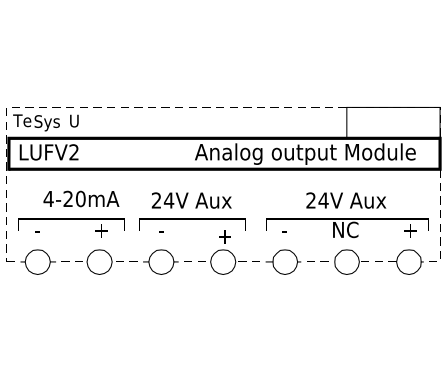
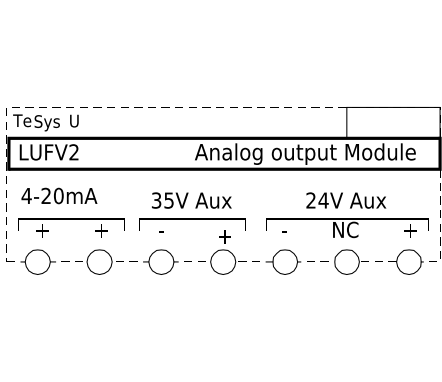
text at (81, 198) position: (81, 198) -> (59, 195)
text at (163, 200): 24V -> 35V
text at (41, 230): - -> +
